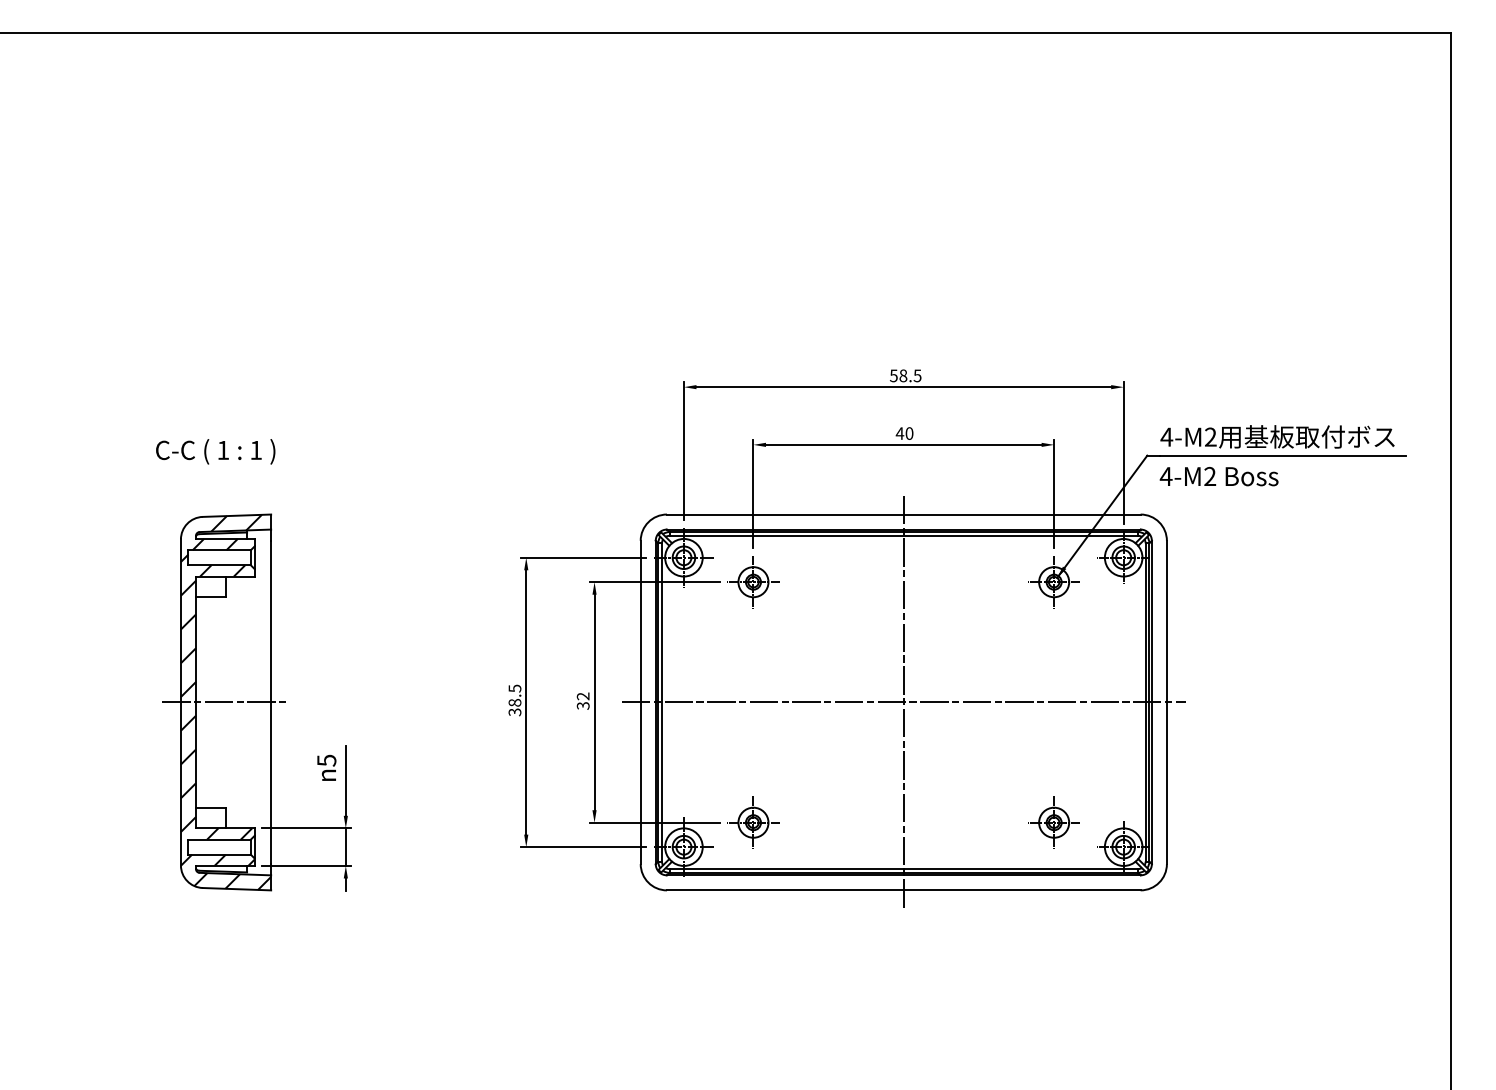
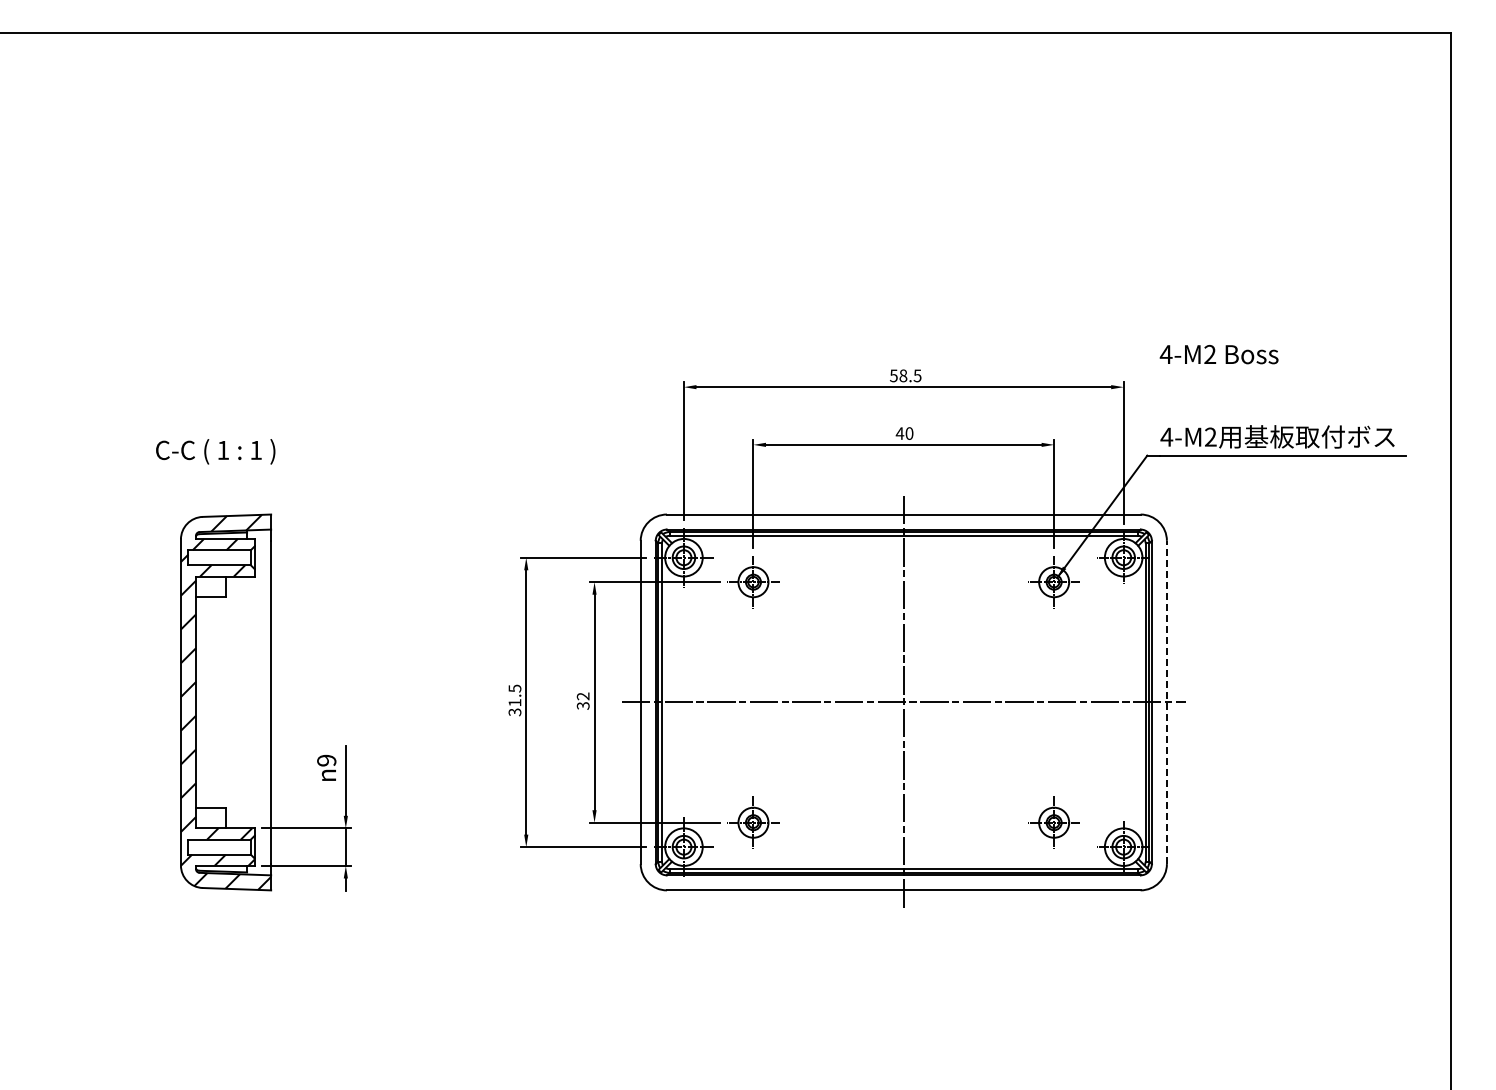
text at (1218, 476) position: (1218, 476) -> (1218, 354)
line at (225, 702): present -> none
text at (514, 702): 38.5 -> 31.5
line at (1166, 702): solid -> dashed
text at (326, 760): 5 -> 9
